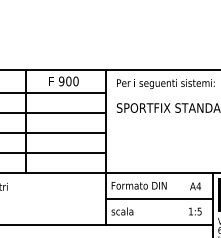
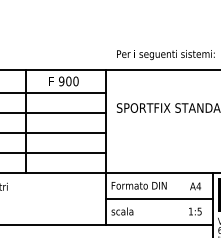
text at (165, 84) position: (165, 84) -> (165, 55)
